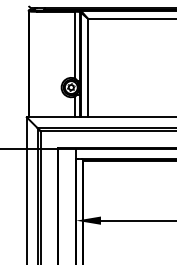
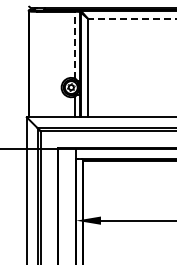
line at (132, 19): solid -> dashed
line at (75, 44): solid -> dashed
